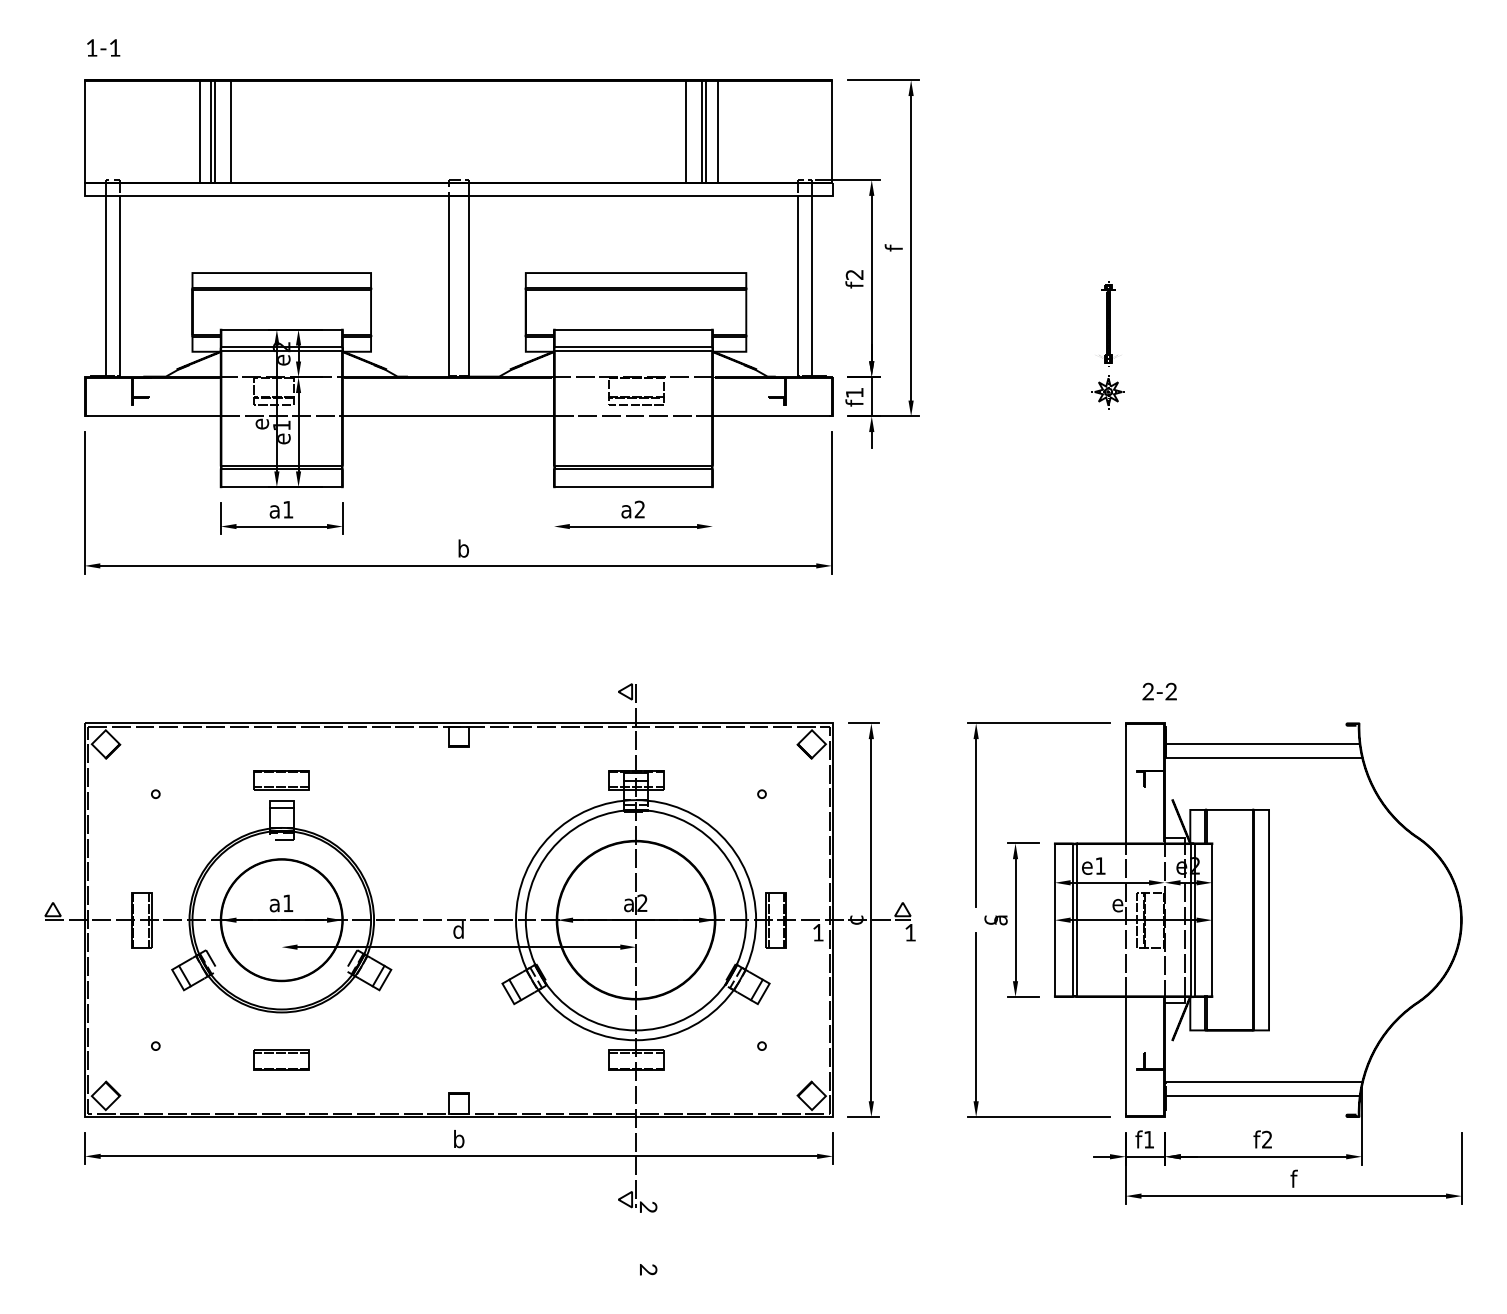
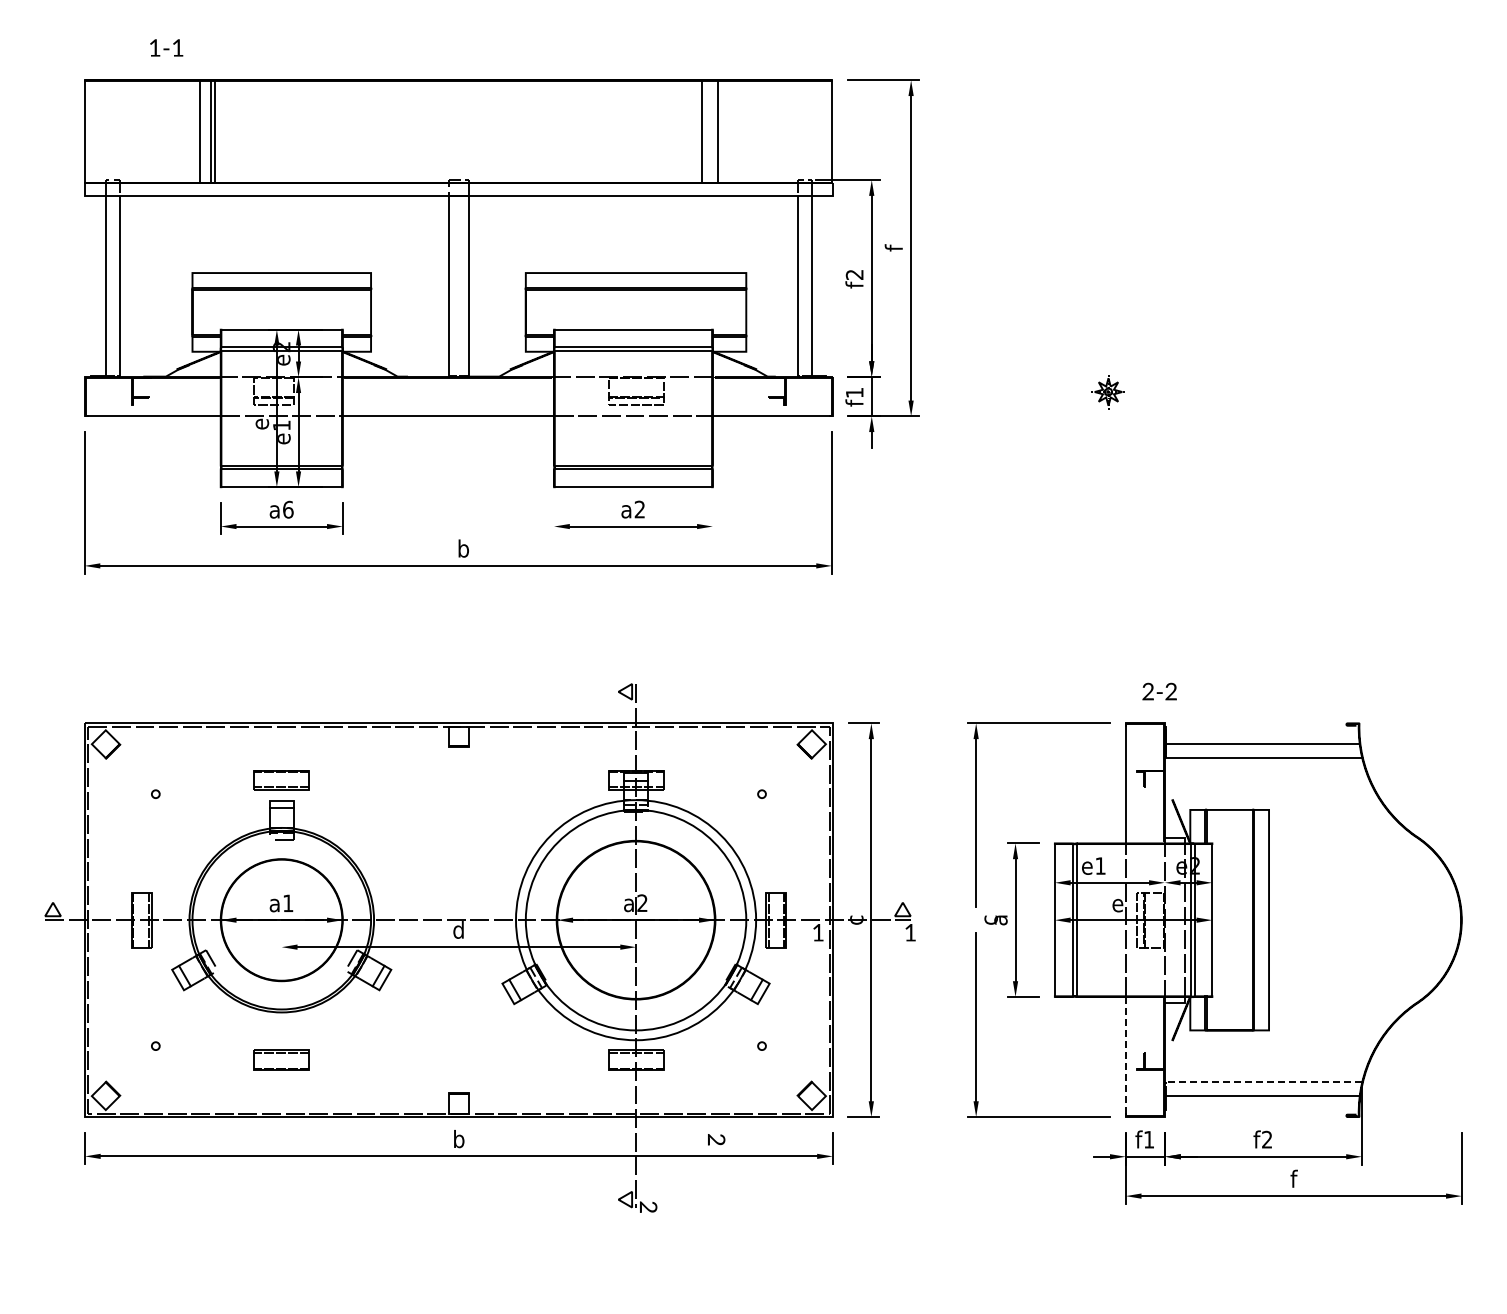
text at (103, 47) position: (103, 47) -> (166, 47)
line at (231, 131): present -> none
line at (686, 131): present -> none
line at (706, 131): present -> none
part at (1108, 323): present -> none
text at (288, 509): a1 -> a6
line at (1126, 1055): solid -> dashed
line at (1263, 1081): solid -> dashed
text at (648, 1269) position: (648, 1269) -> (716, 1139)
